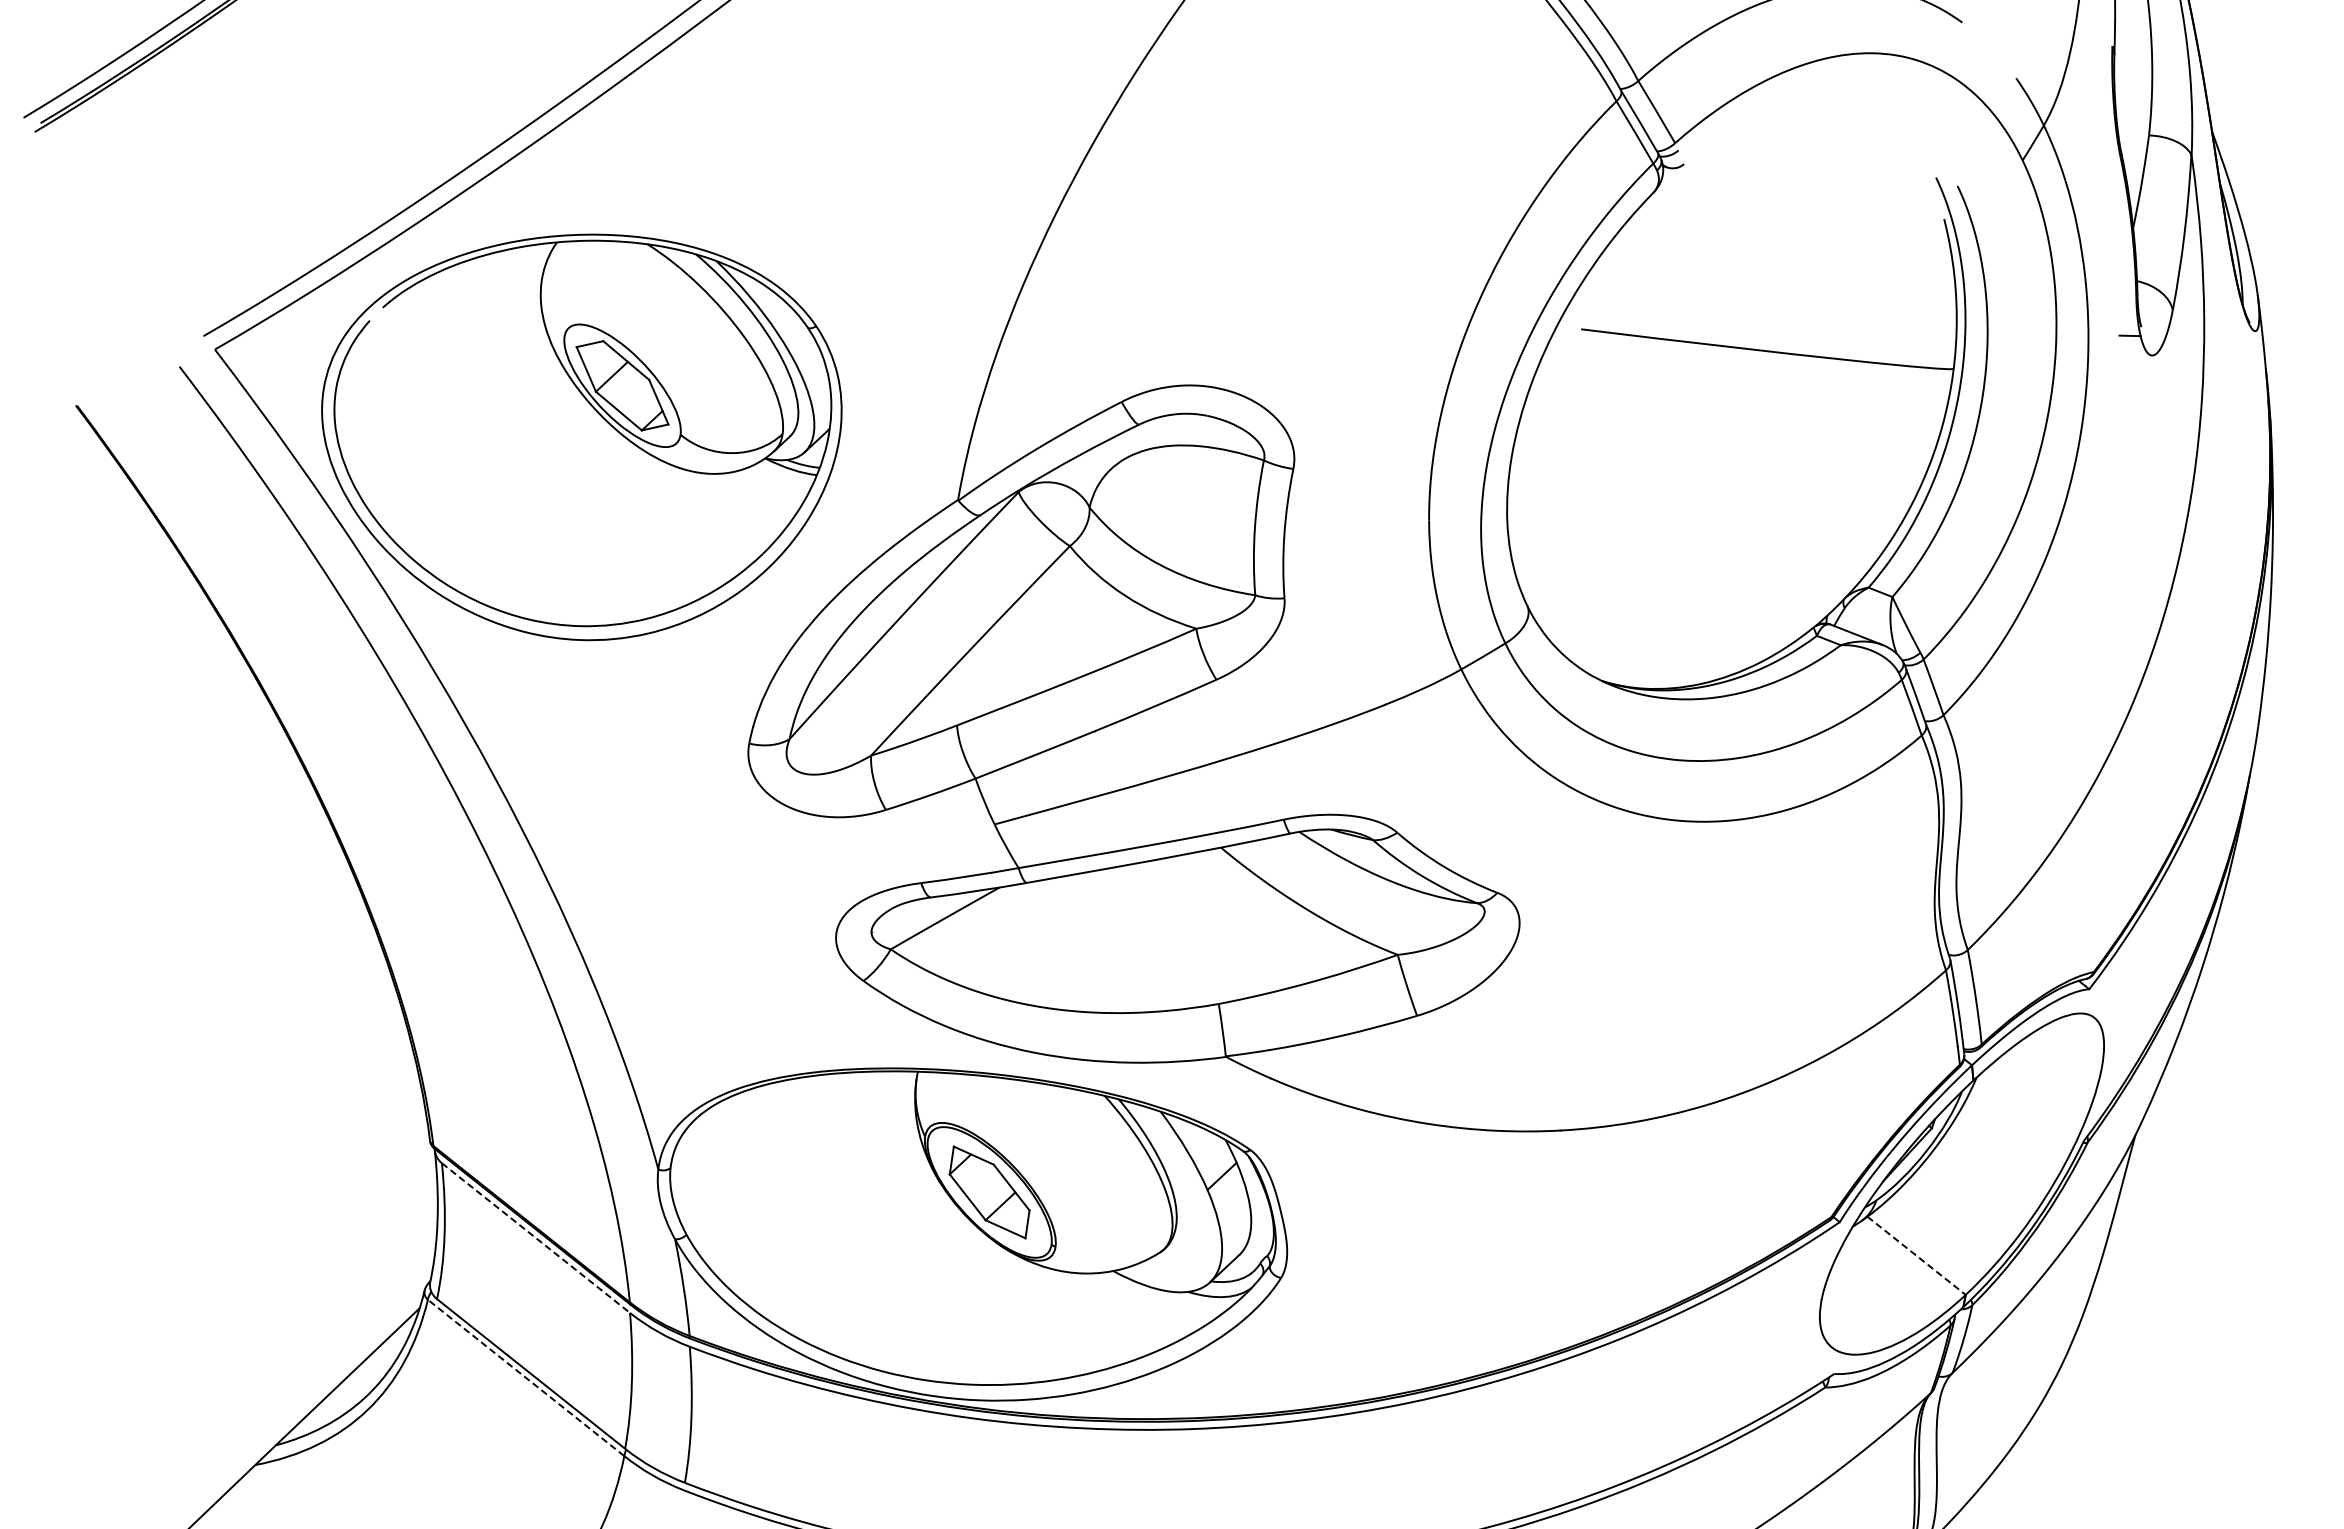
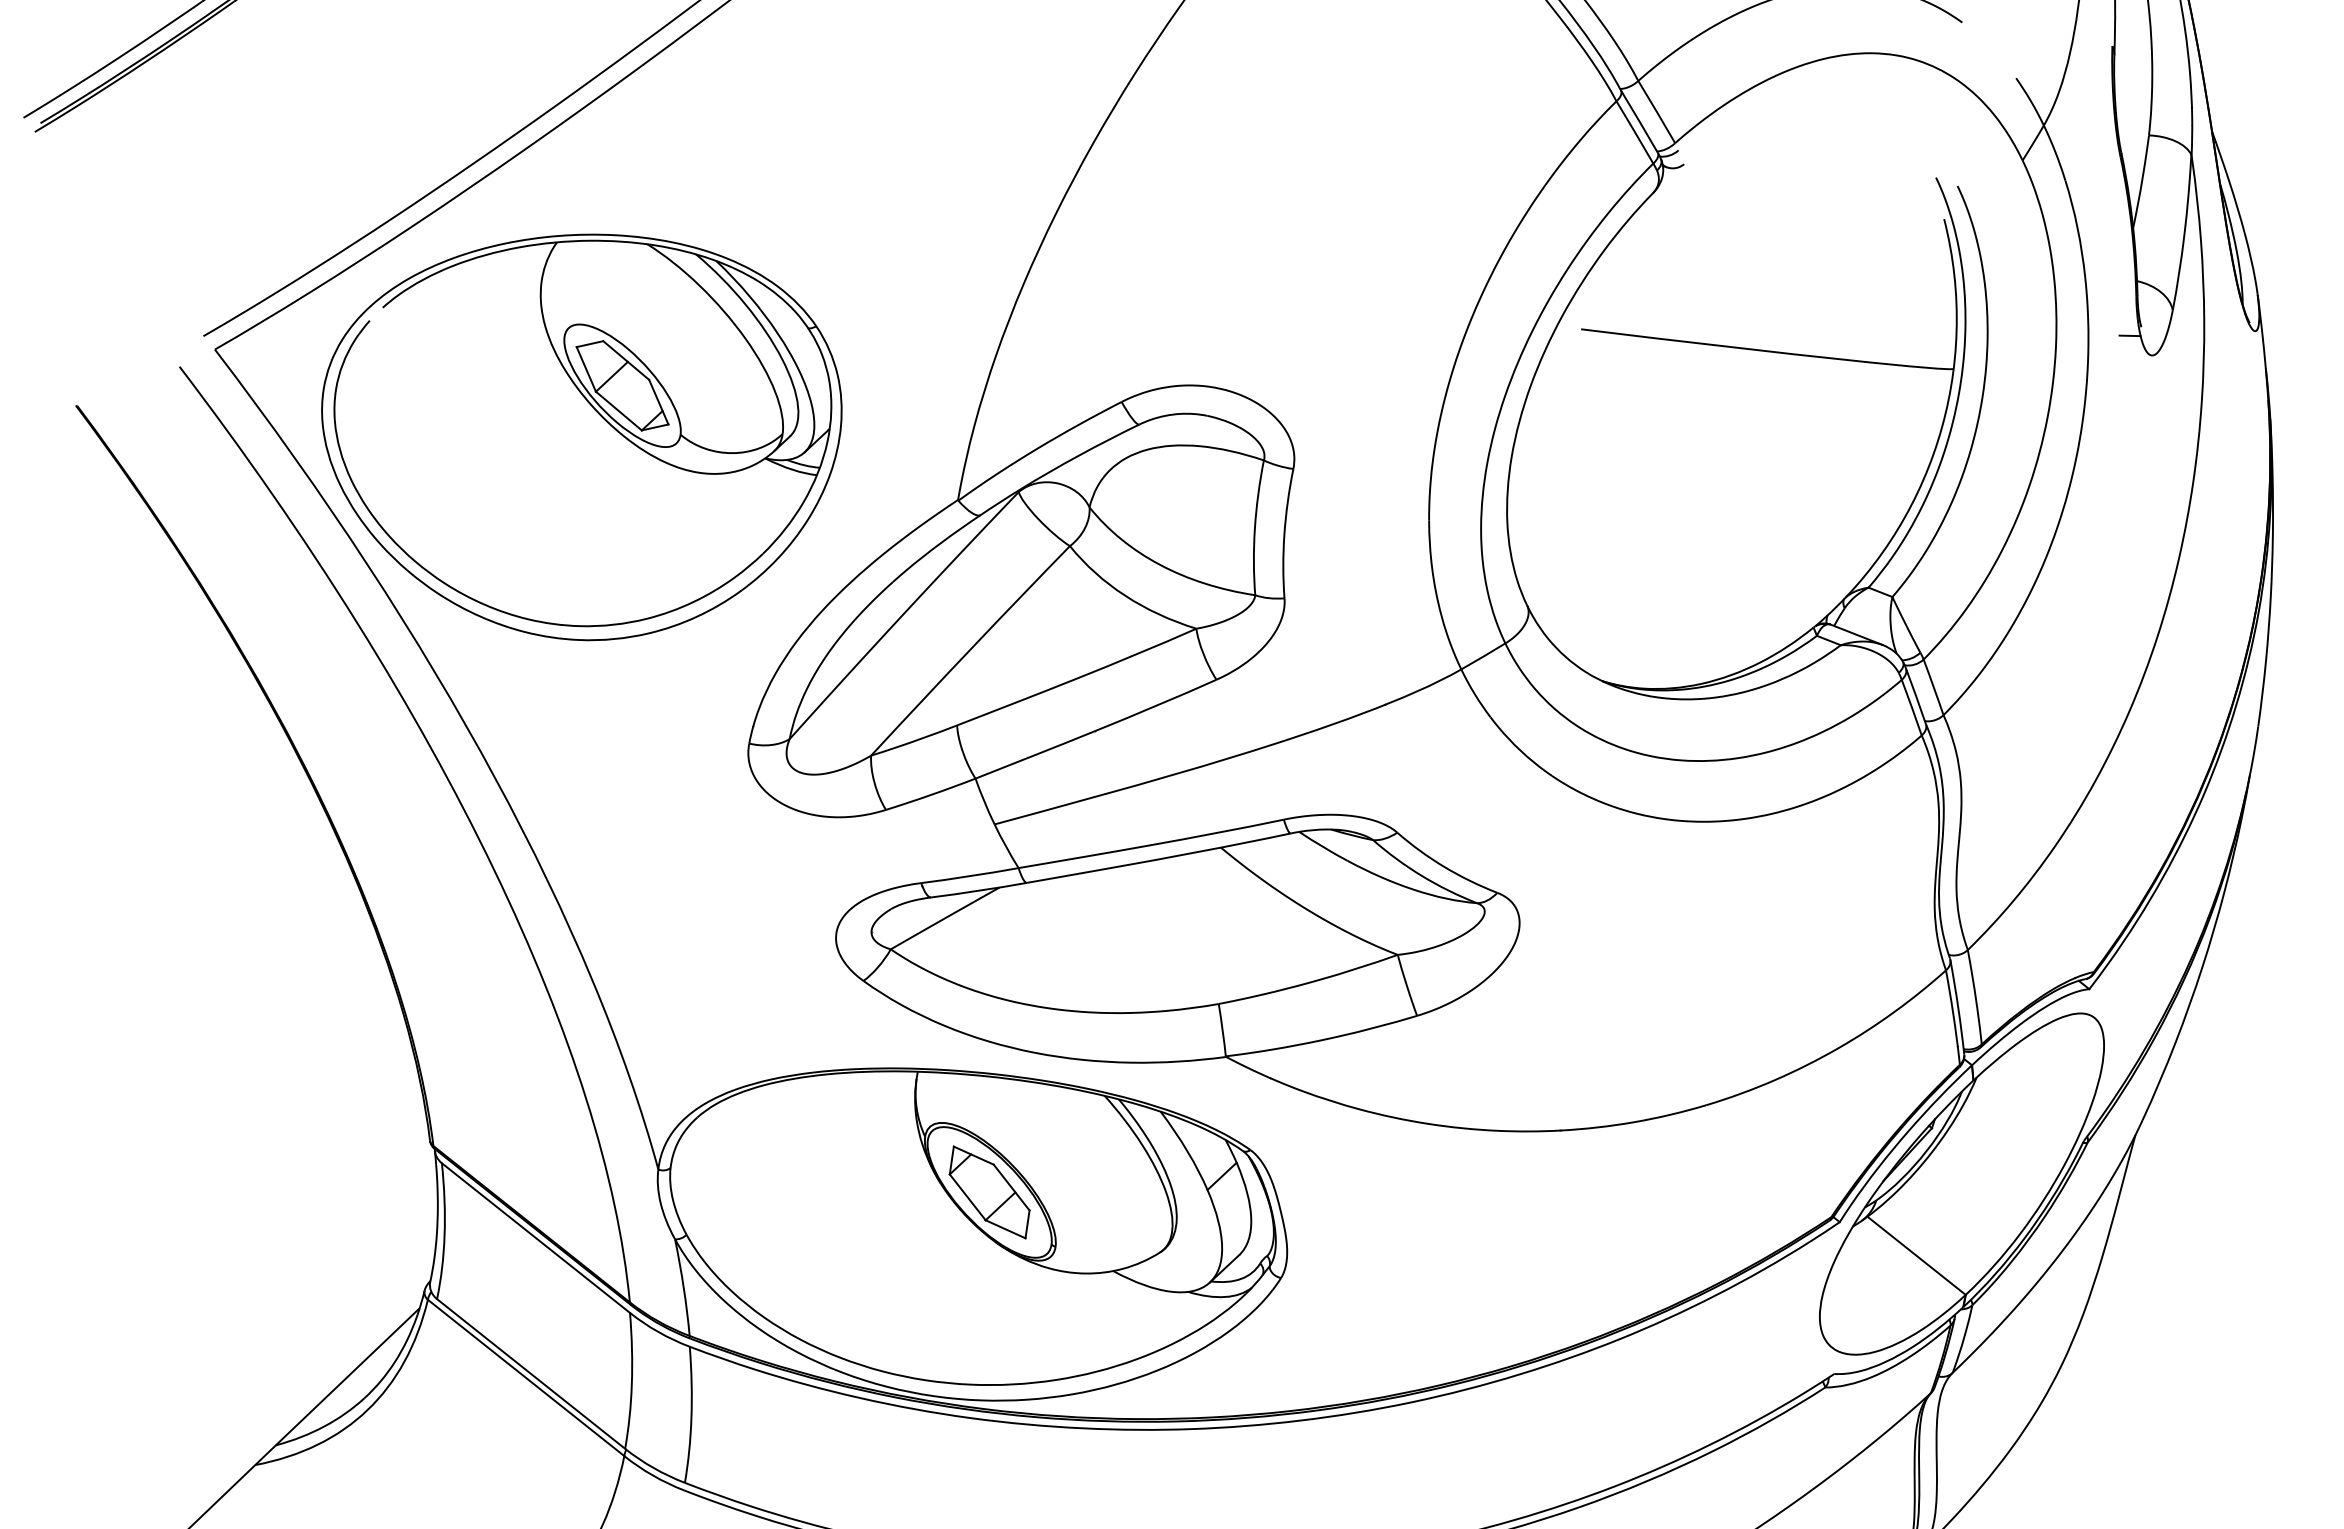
line at (536, 1238): dashed -> solid
line at (1916, 1255): dashed -> solid
line at (526, 1377): dashed -> solid
